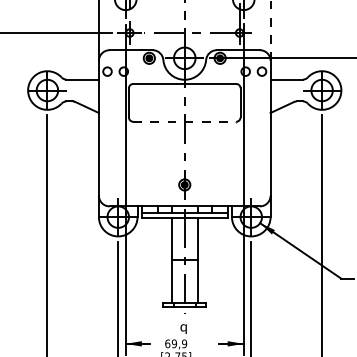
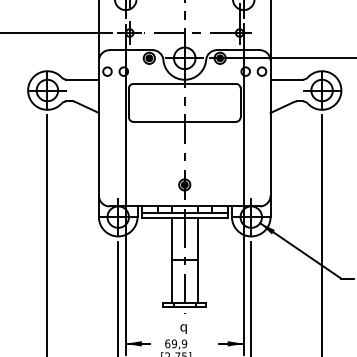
line at (270, 29): dashed -> solid
line at (185, 121): dashed -> solid
